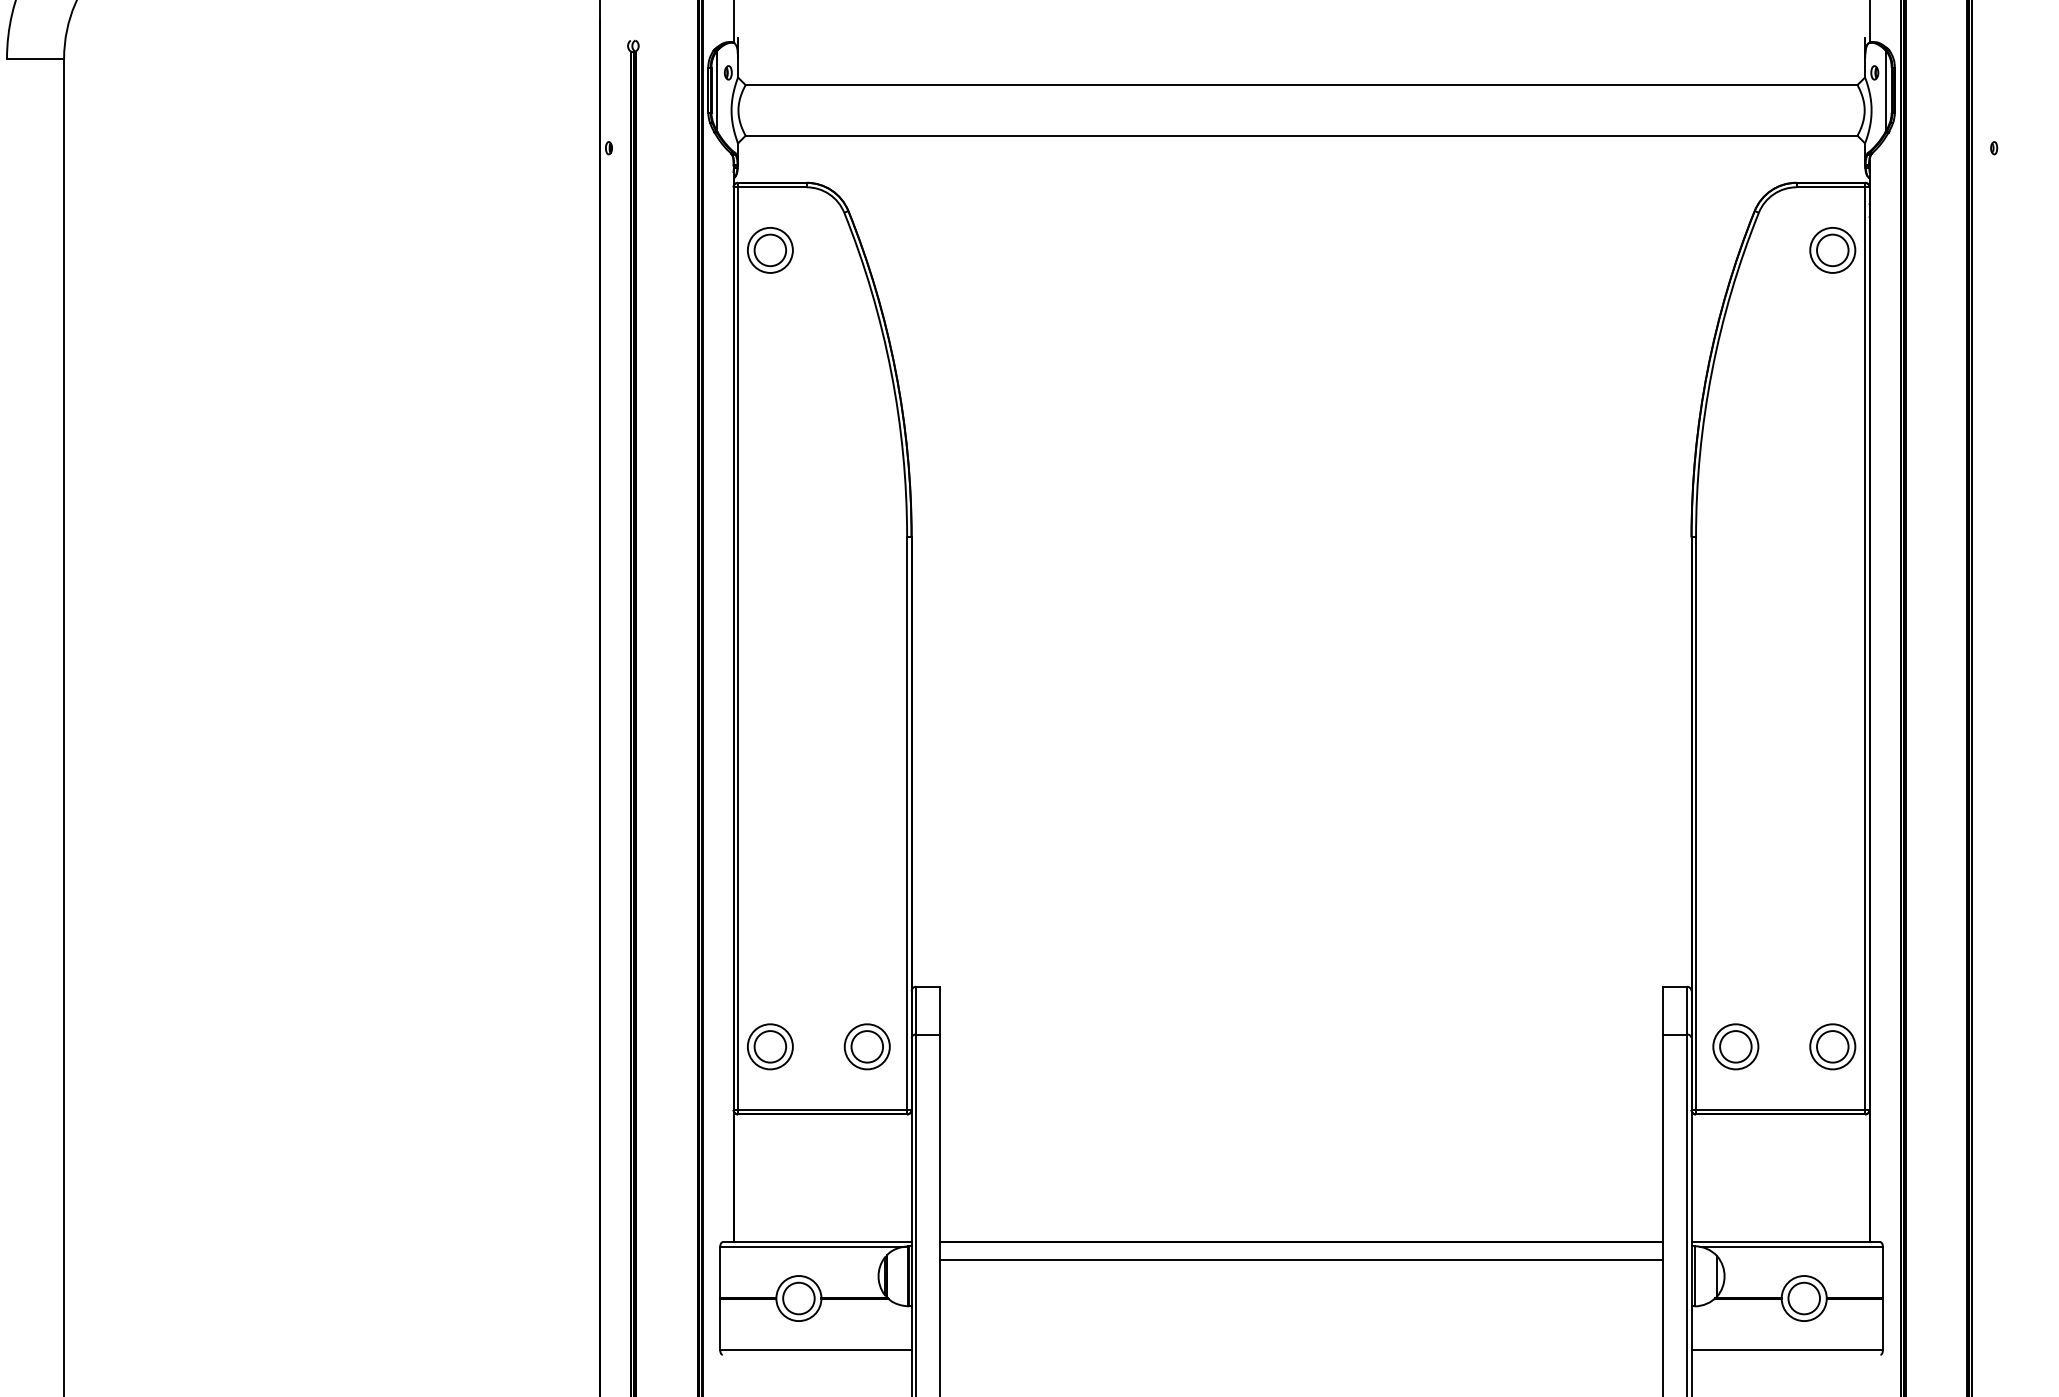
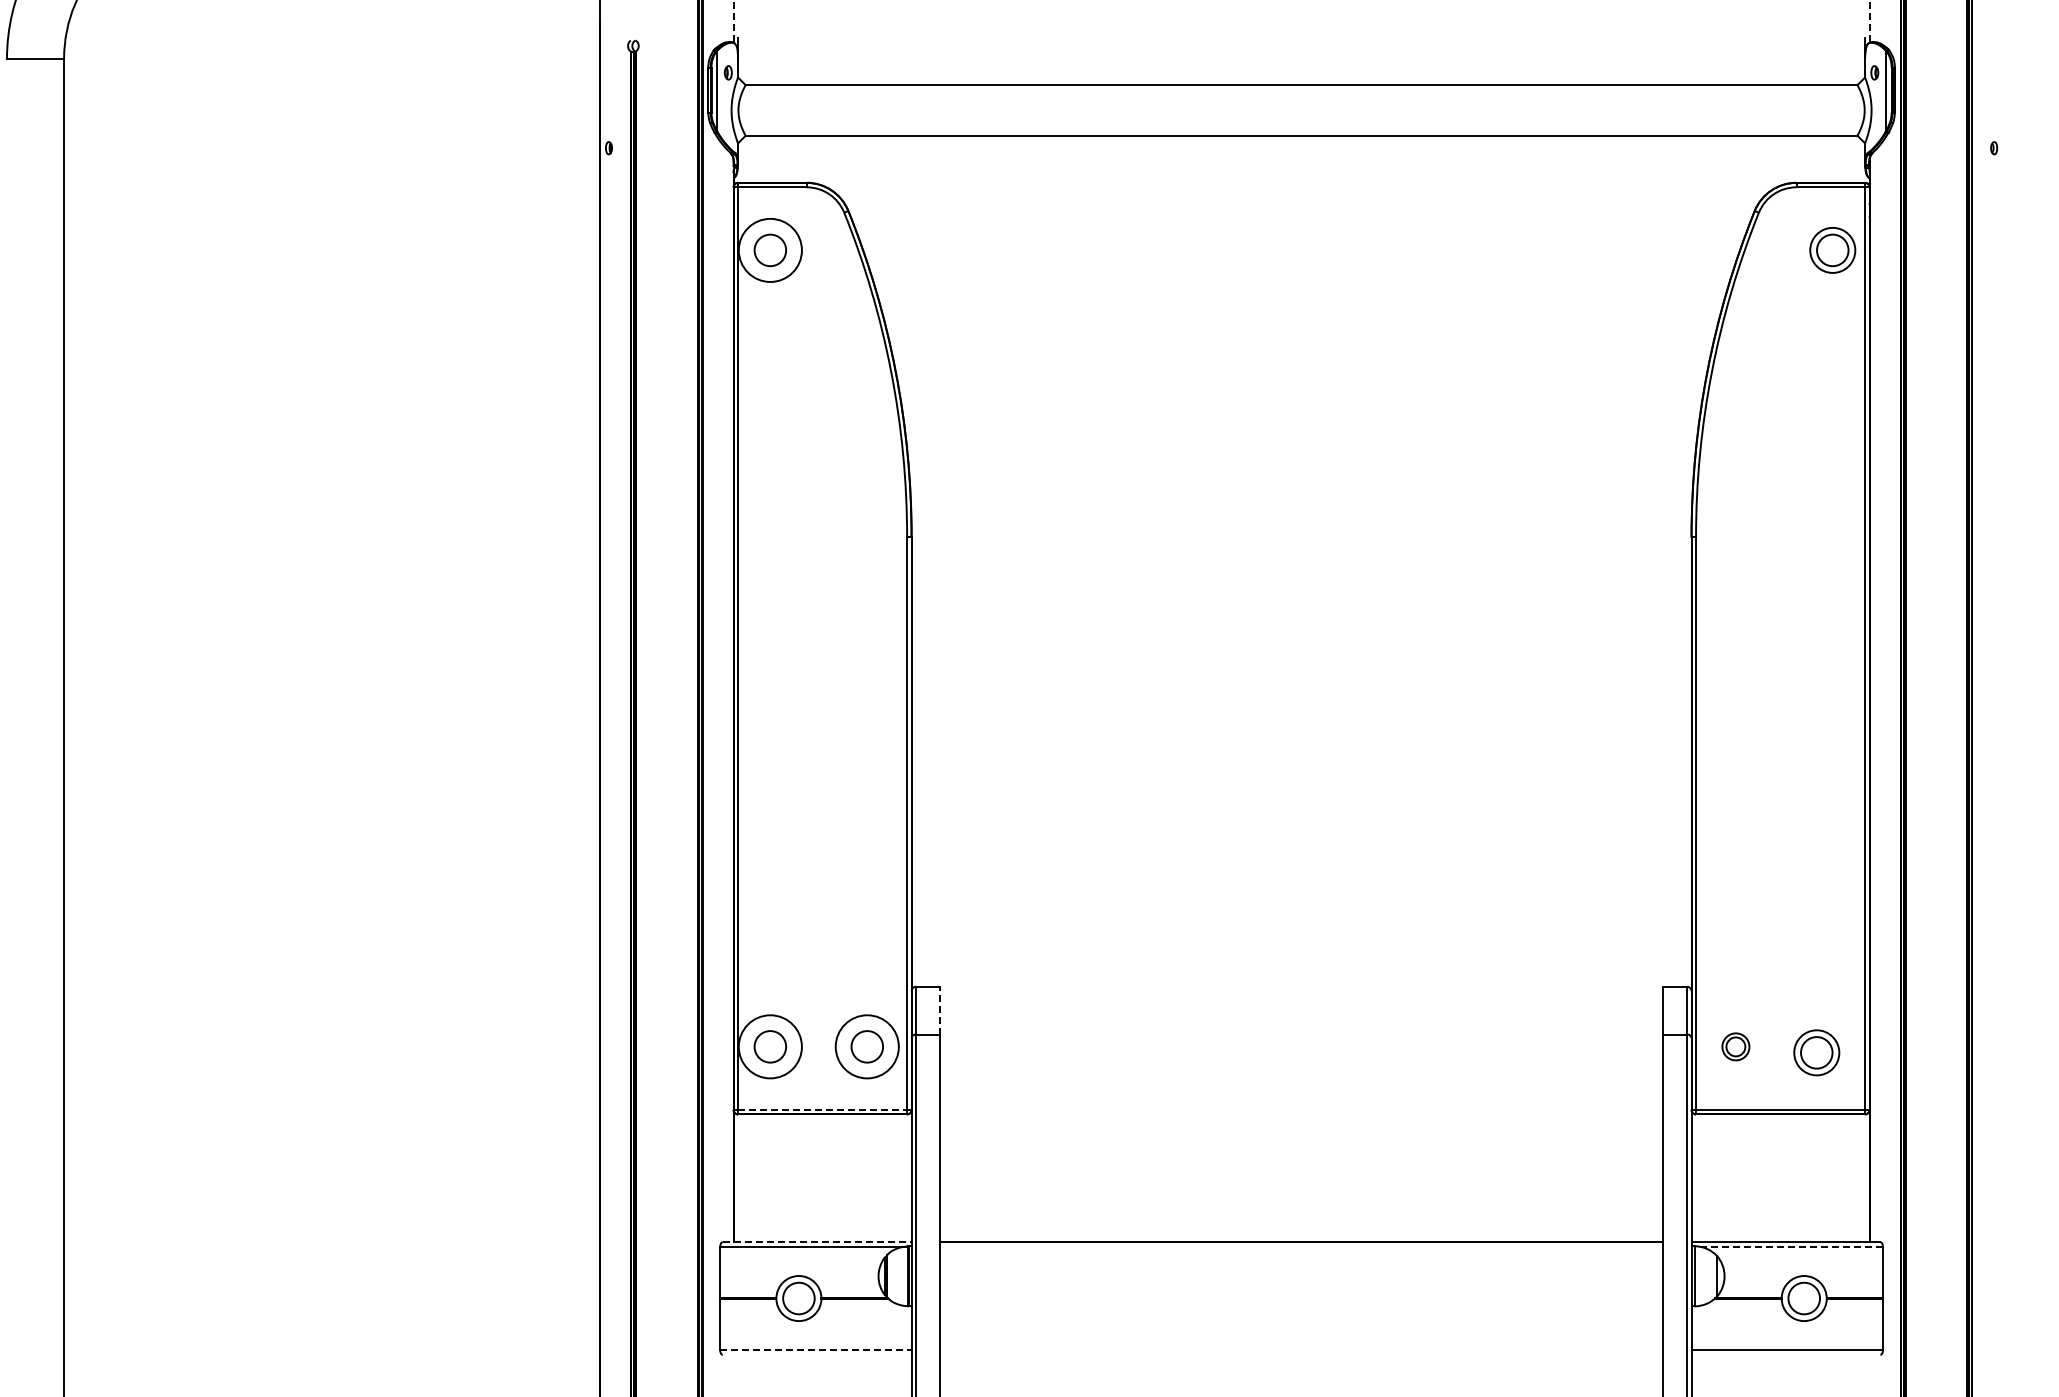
line at (733, 21): solid -> dashed
line at (1869, 21): solid -> dashed
circle at (769, 249) diameter: 45 px -> 63 px
line at (940, 1010): solid -> dashed
circle at (769, 1046) diameter: 45 px -> 63 px
circle at (866, 1046) diameter: 45 px -> 63 px
part at (1735, 1046) size: 48x48 px -> 30x30 px
part at (1832, 1046) position: (1832, 1046) -> (1816, 1052)
line at (822, 1109): solid -> dashed
line at (817, 1242): solid -> dashed
line at (1791, 1246): solid -> dashed
line at (1301, 1259): present -> none
line at (815, 1350): solid -> dashed
